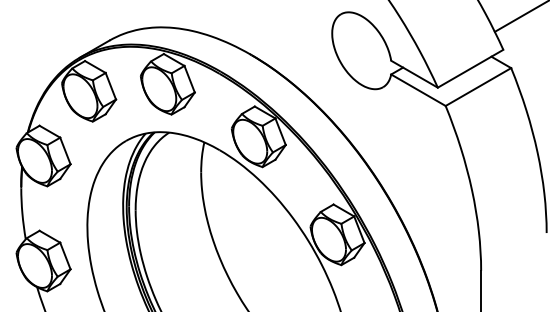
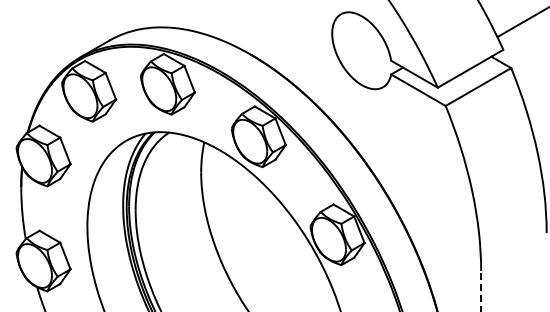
line at (520, 16) position: (520, 16) -> (521, 22)
line at (481, 290): solid -> dashed
